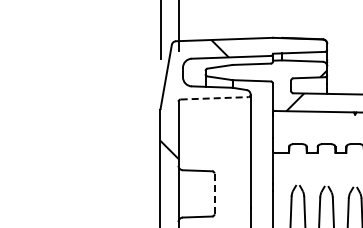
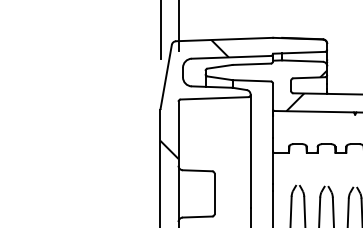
line at (214, 98): dashed -> solid
line at (214, 193): dashed -> solid
